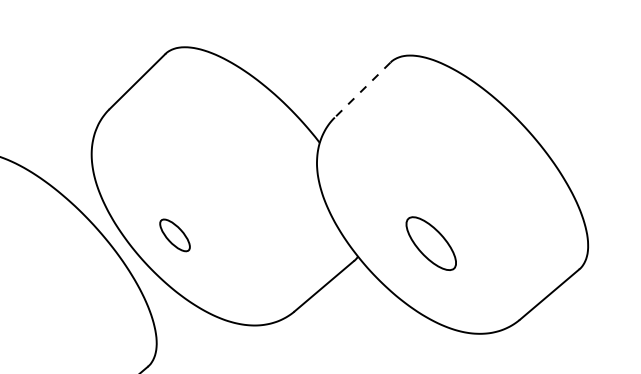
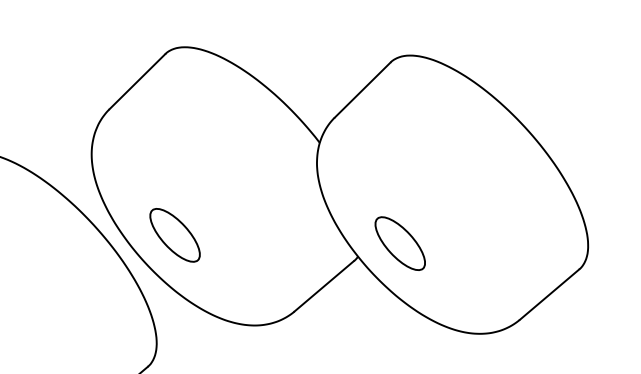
line at (362, 90): dashed -> solid
part at (174, 235) size: 32x35 px -> 52x55 px
part at (430, 243) position: (430, 243) -> (399, 243)
